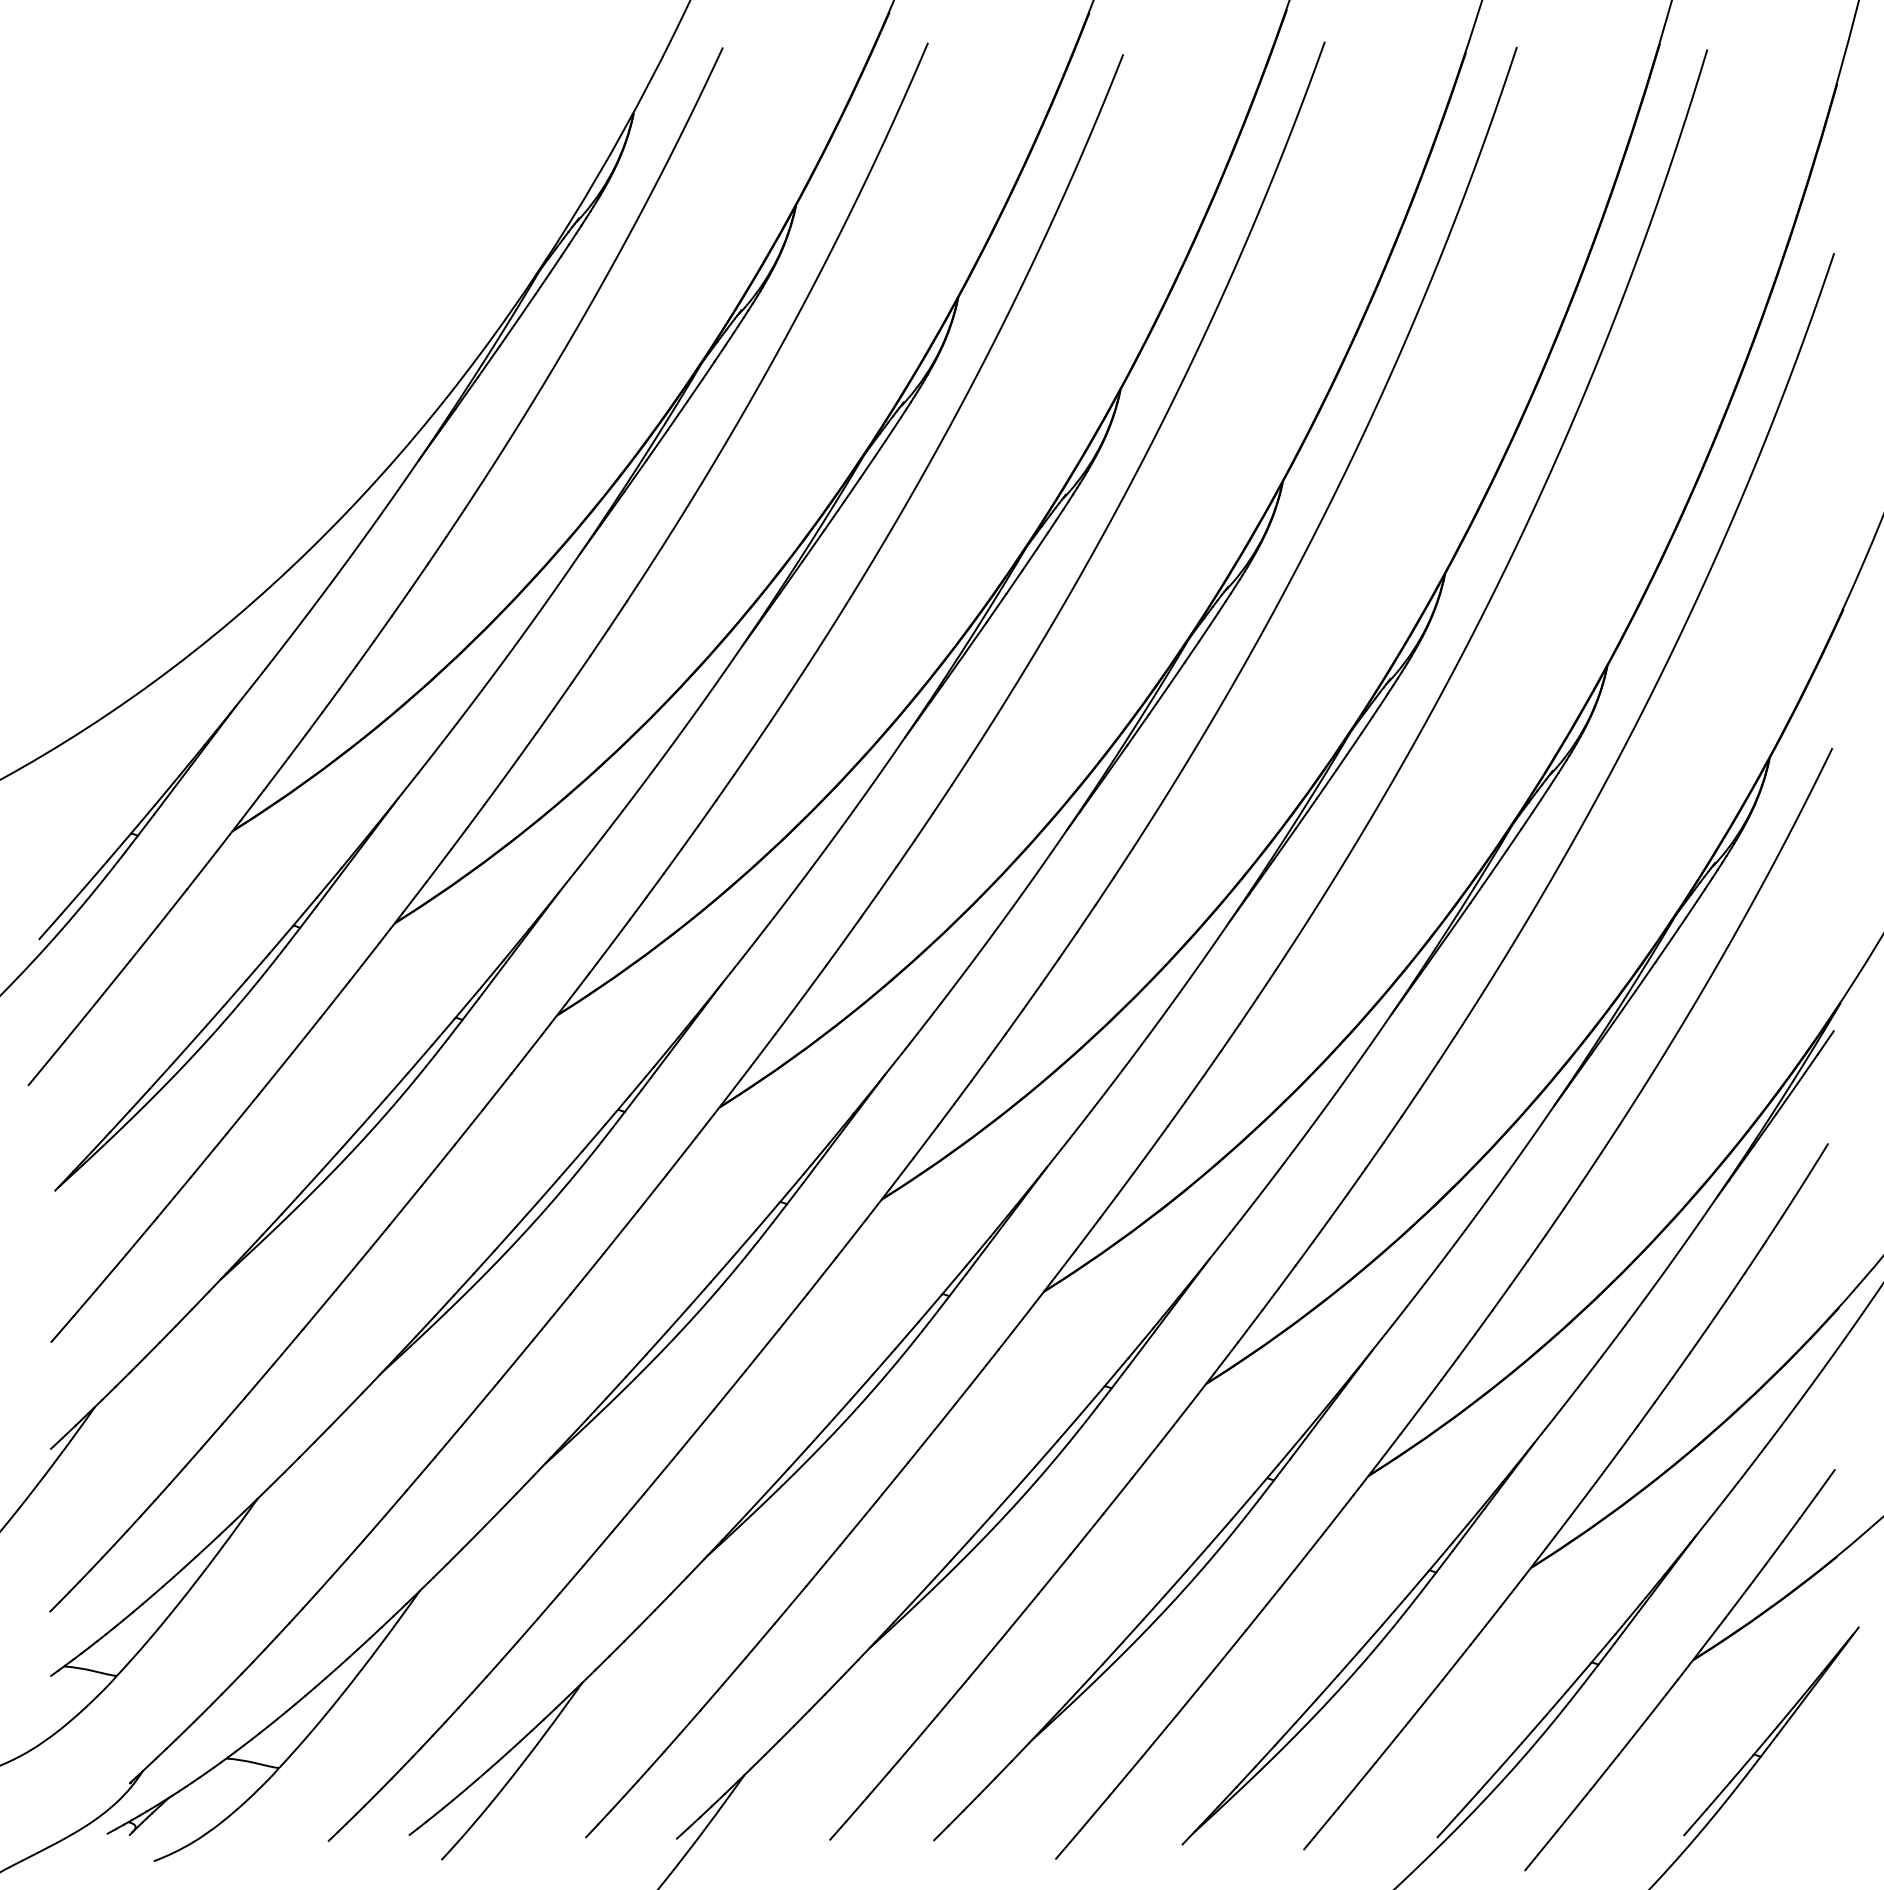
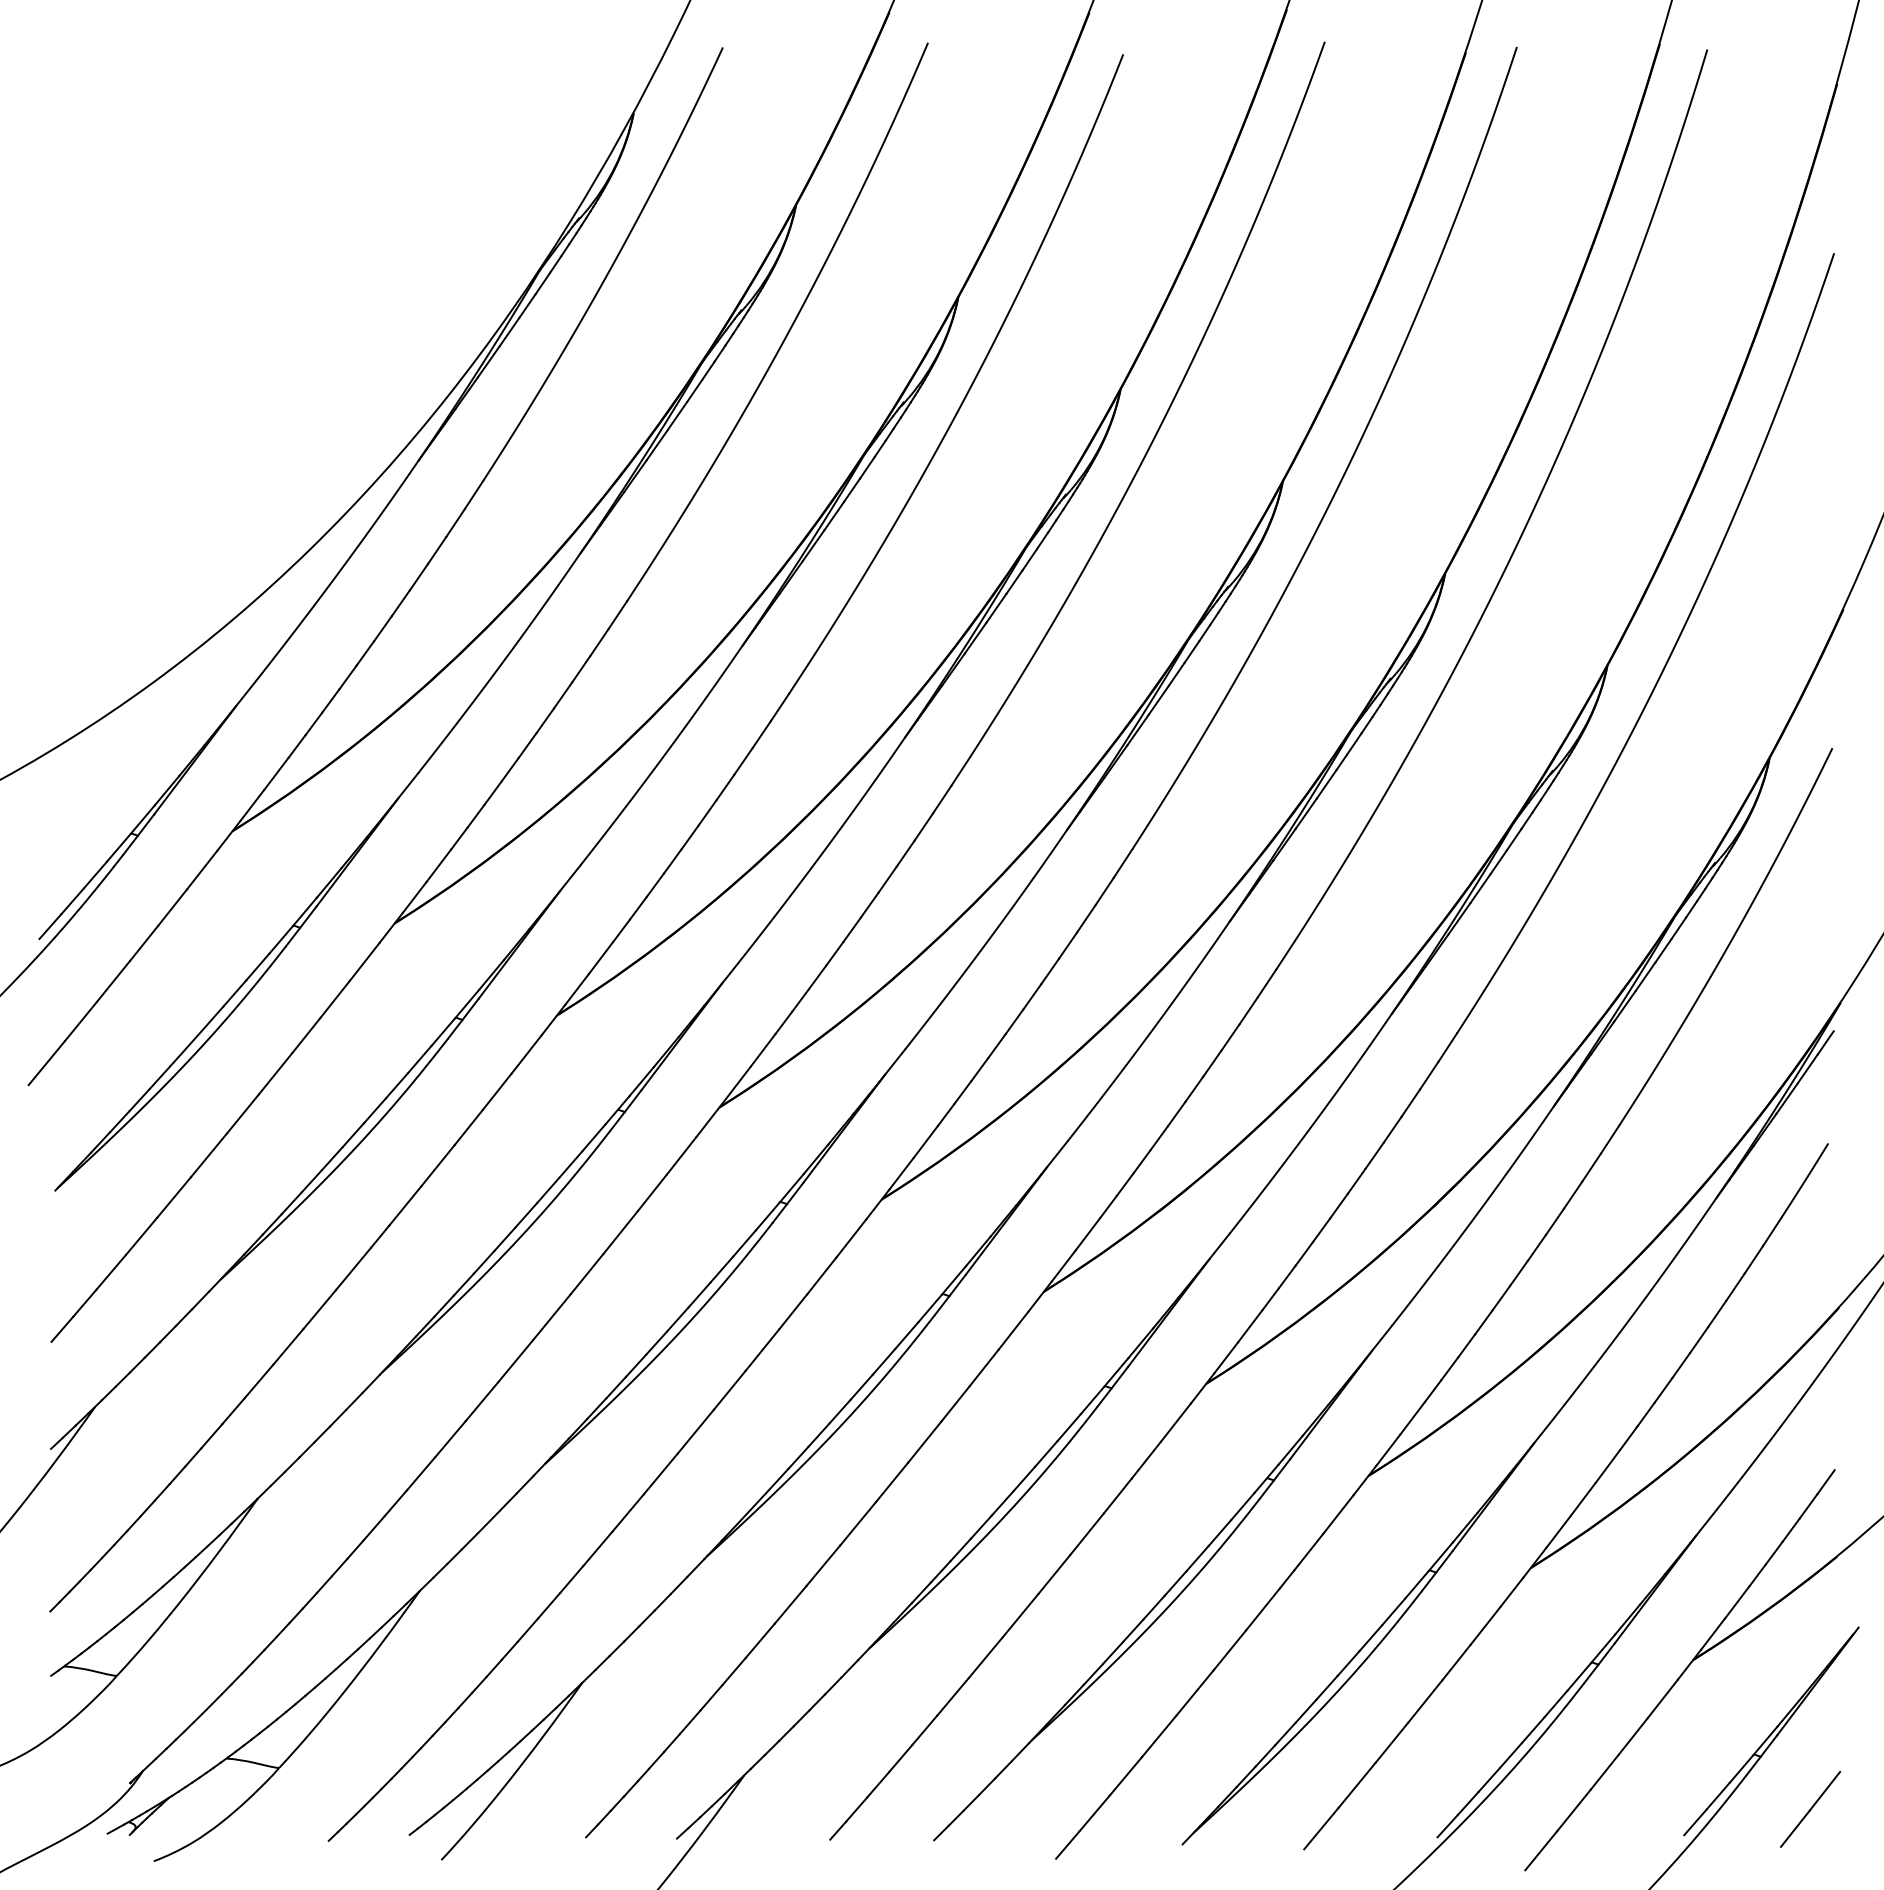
line at (1810, 1809): none -> present
